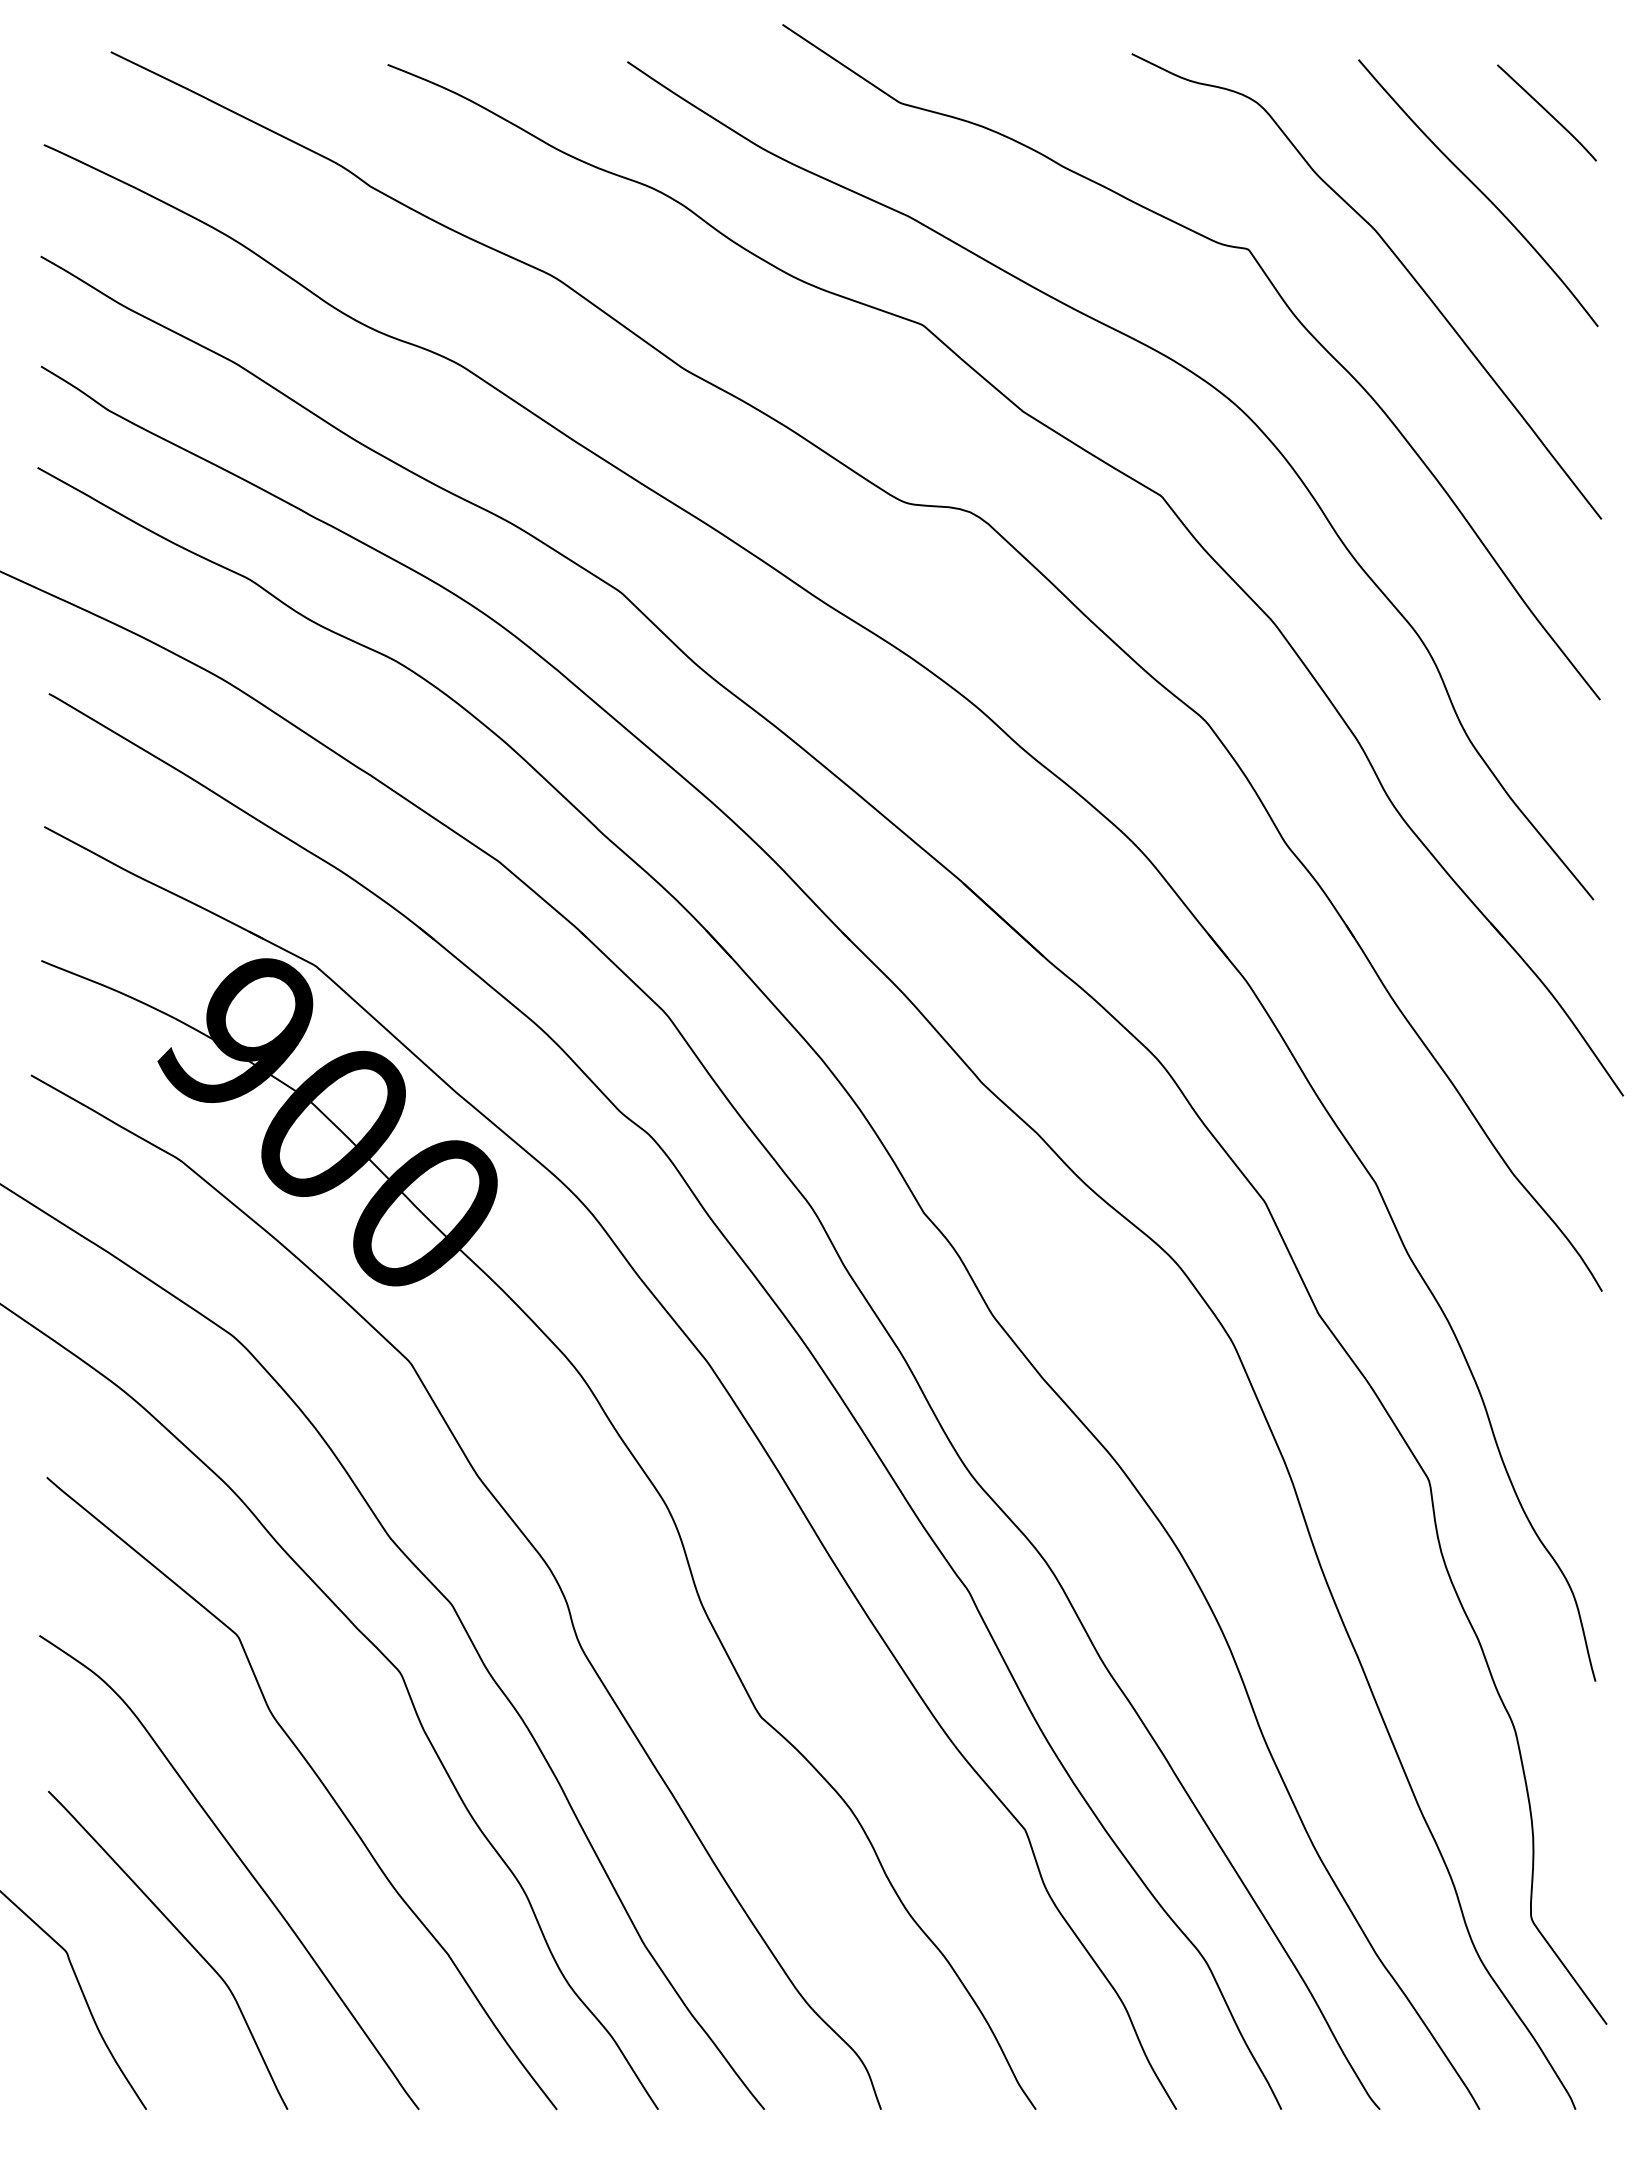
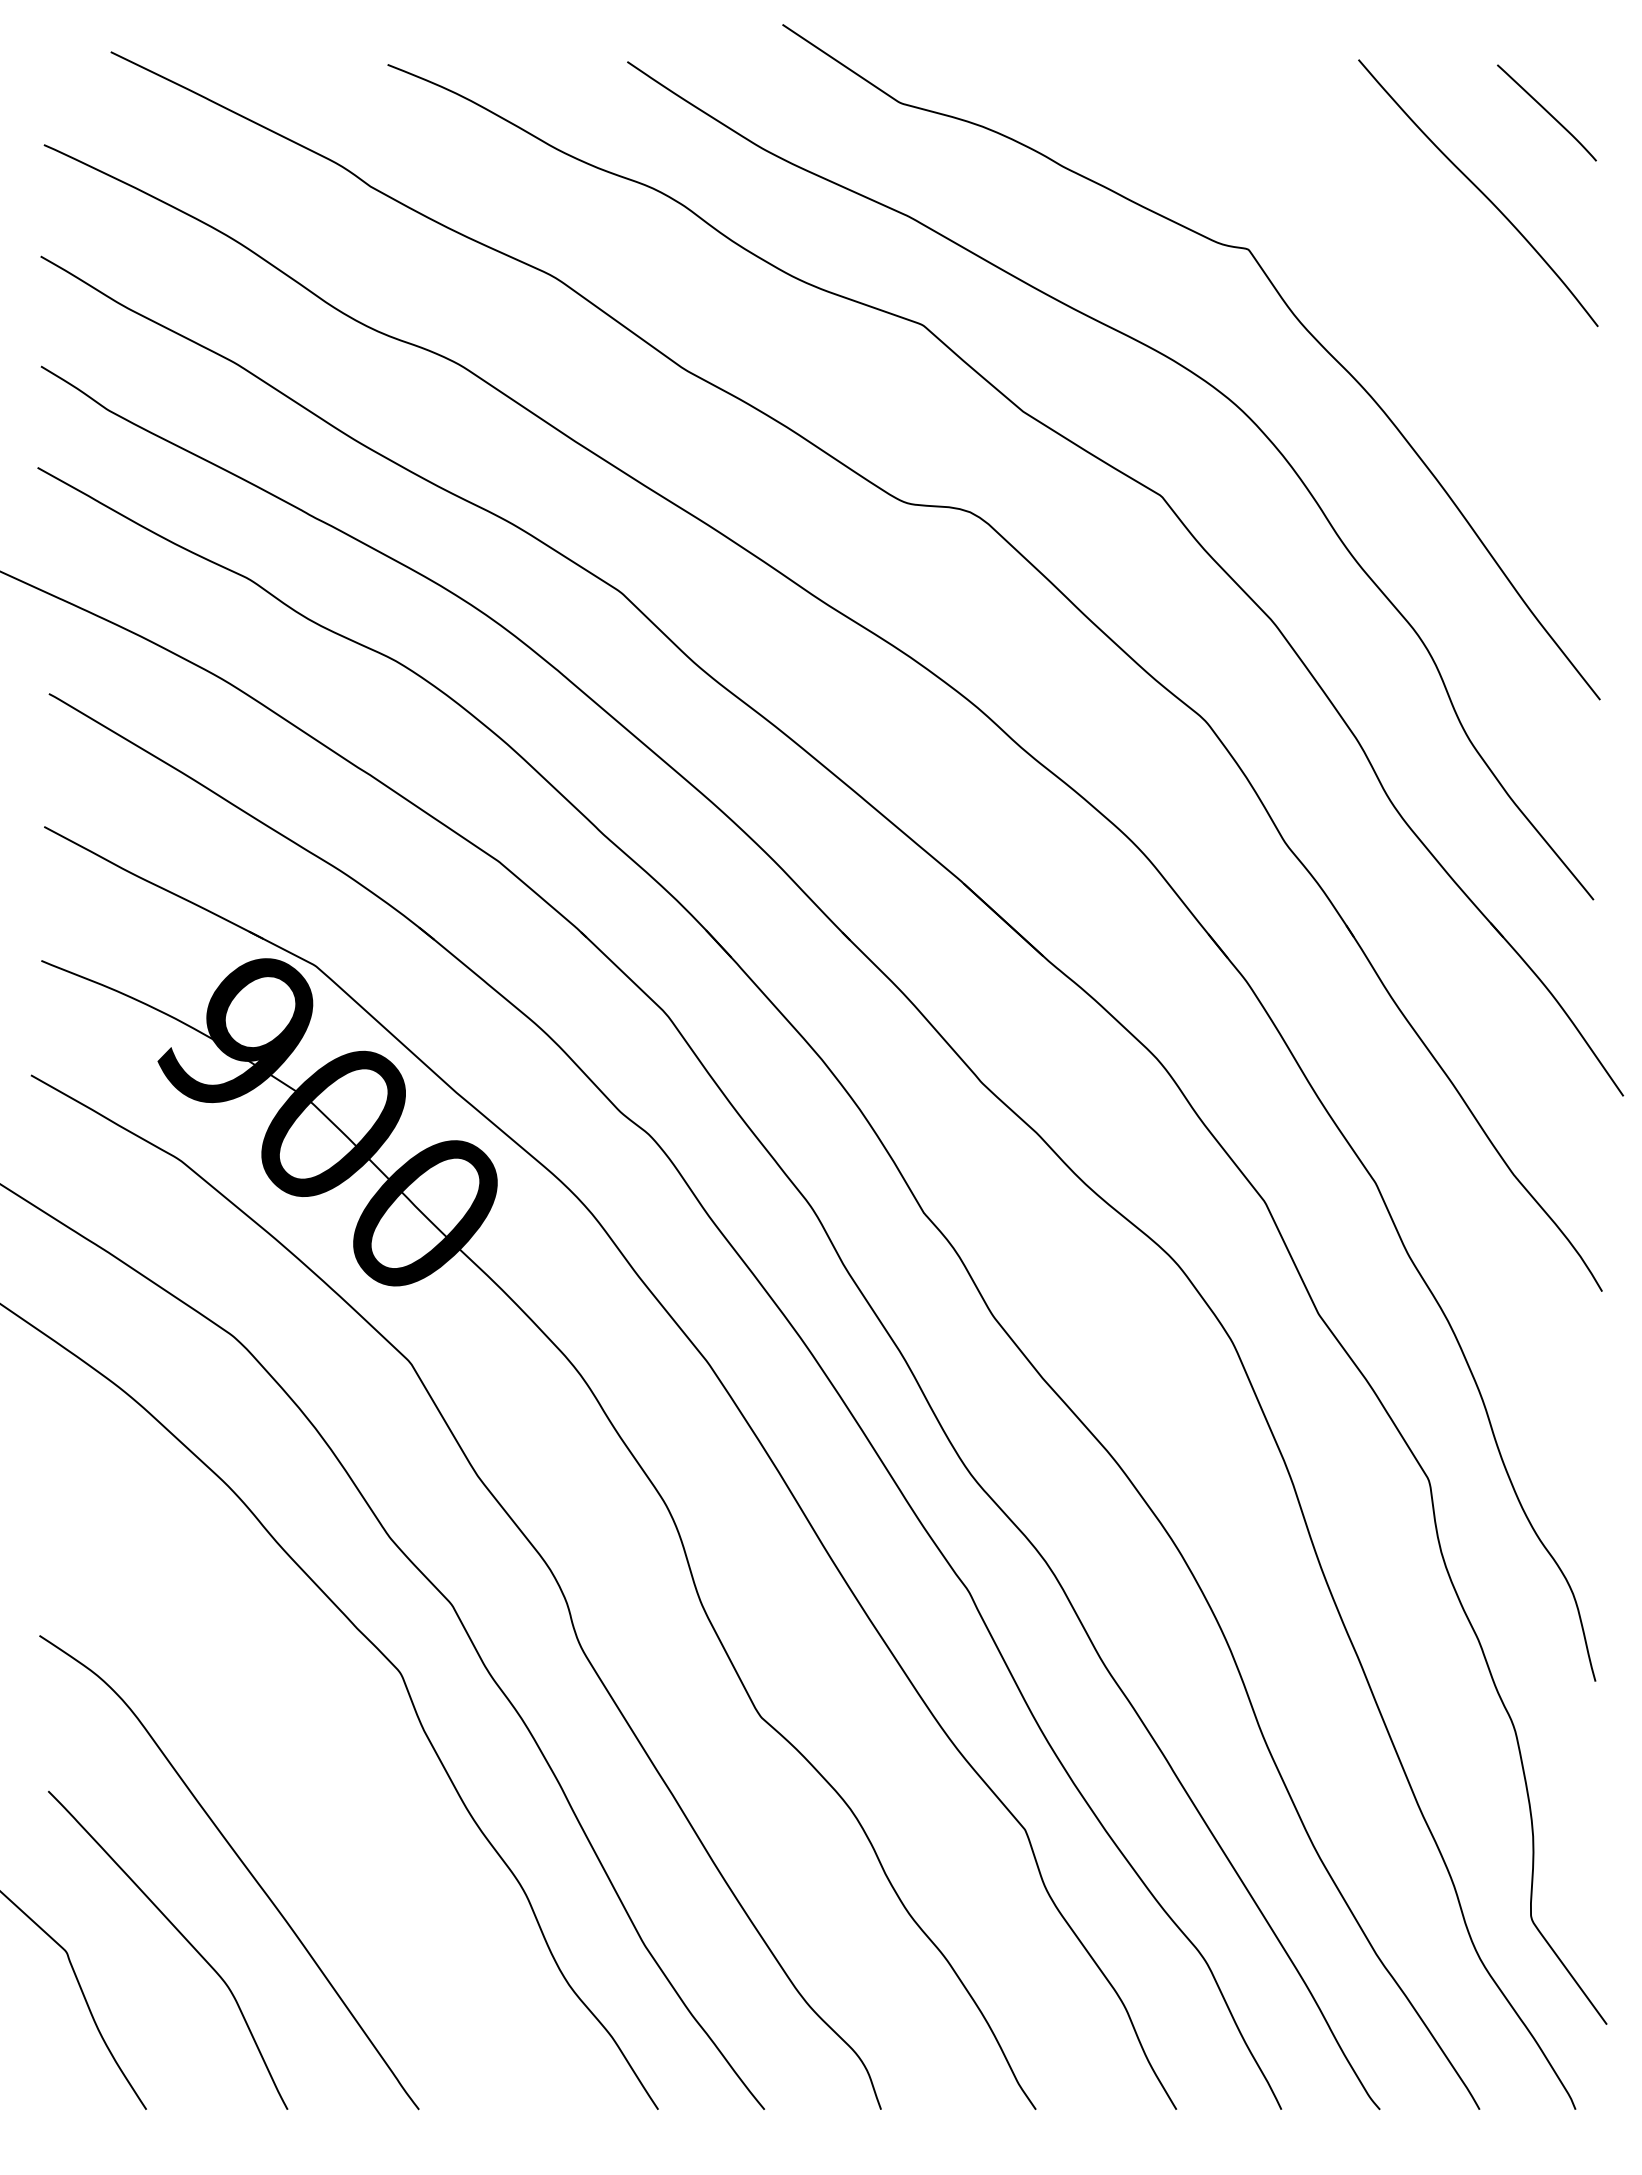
curve at (1396, 258): present -> none
curve at (320, 1782): present -> none
